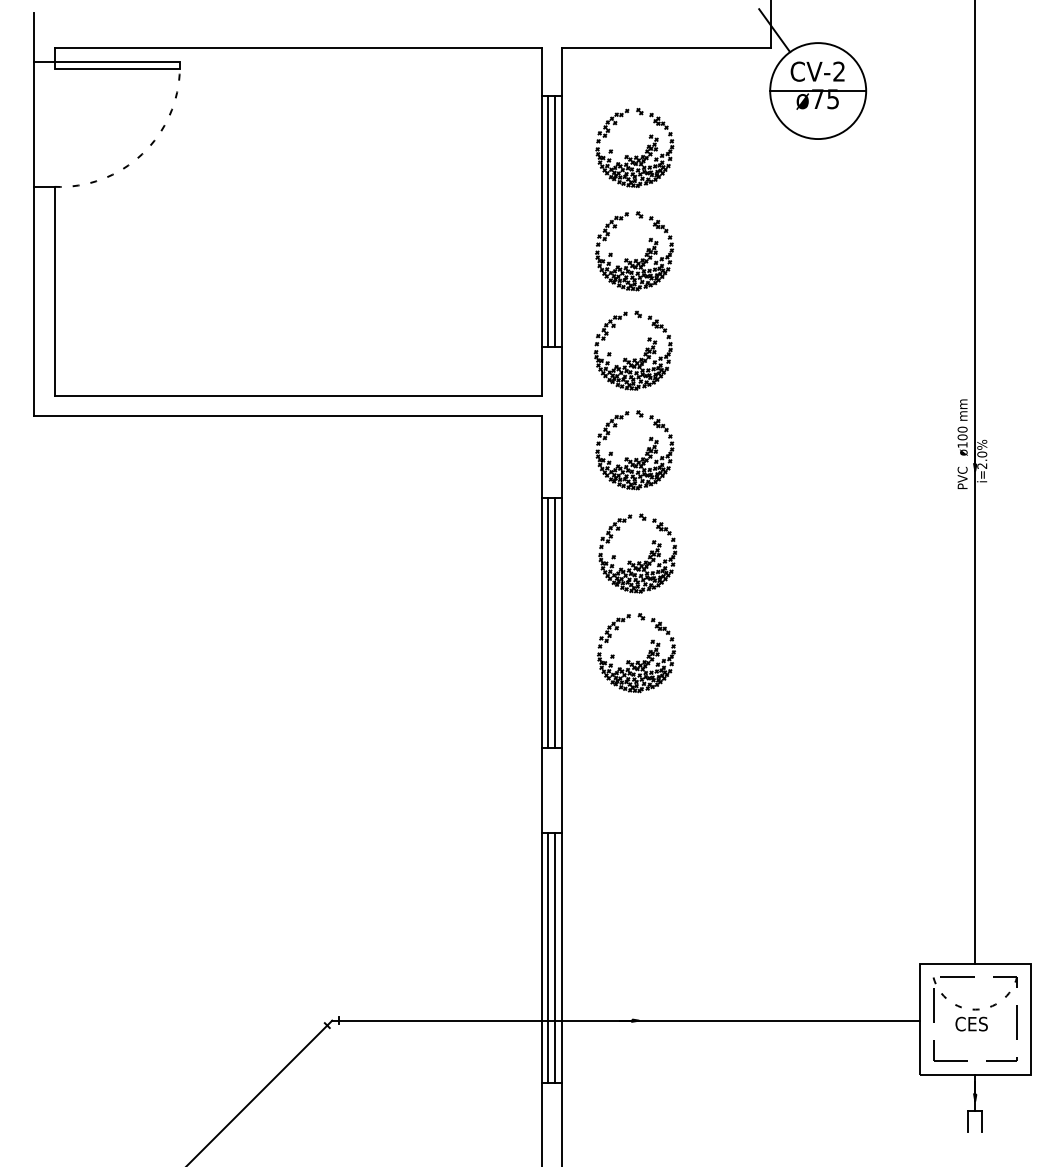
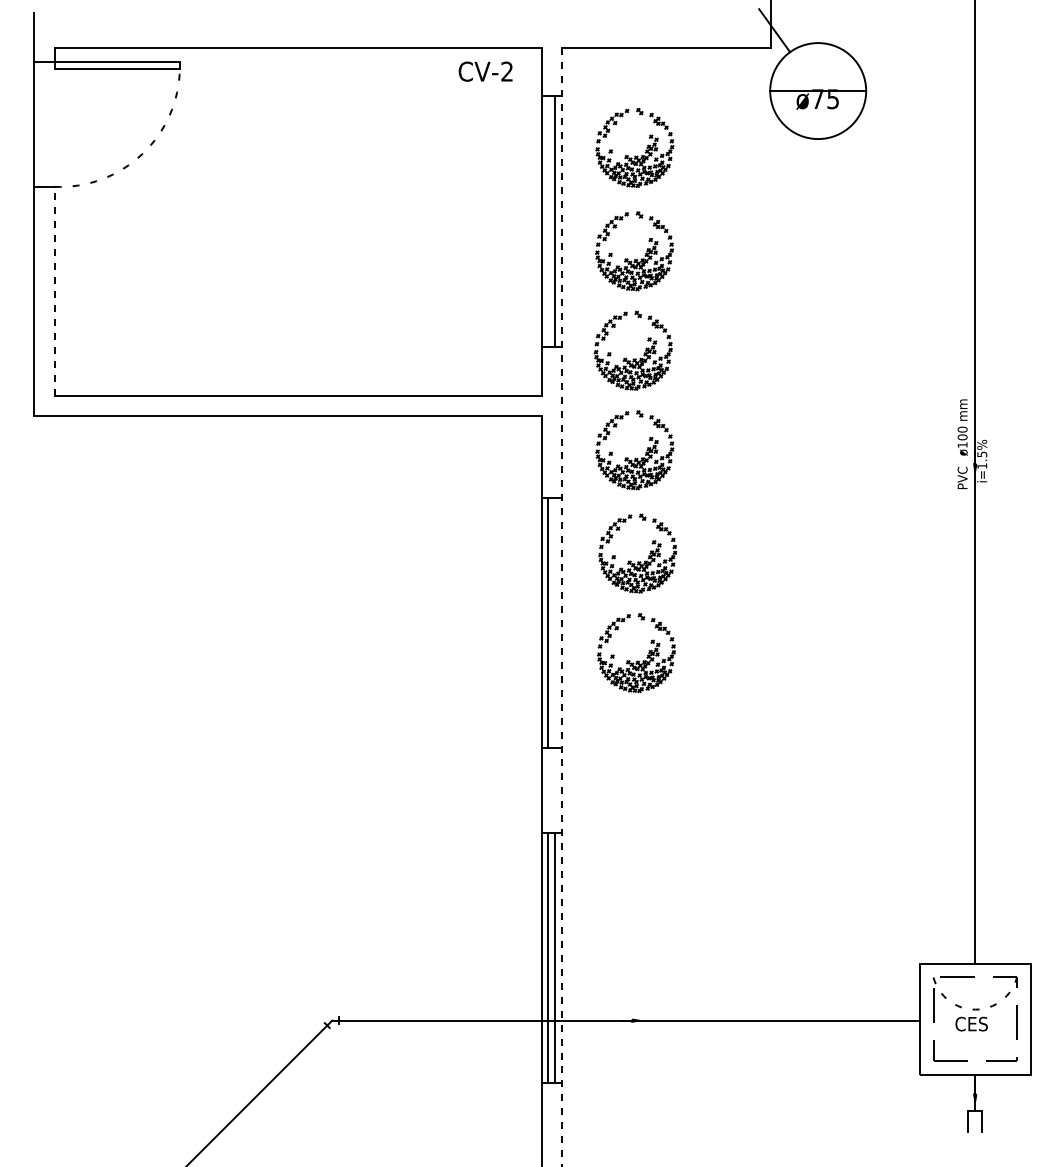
text at (817, 71) position: (817, 71) -> (485, 71)
line at (548, 221): present -> none
line at (54, 290): solid -> dashed
text at (982, 459): i=2.0% -> i=1.5%
line at (562, 607): solid -> dashed
line at (555, 622): present -> none
